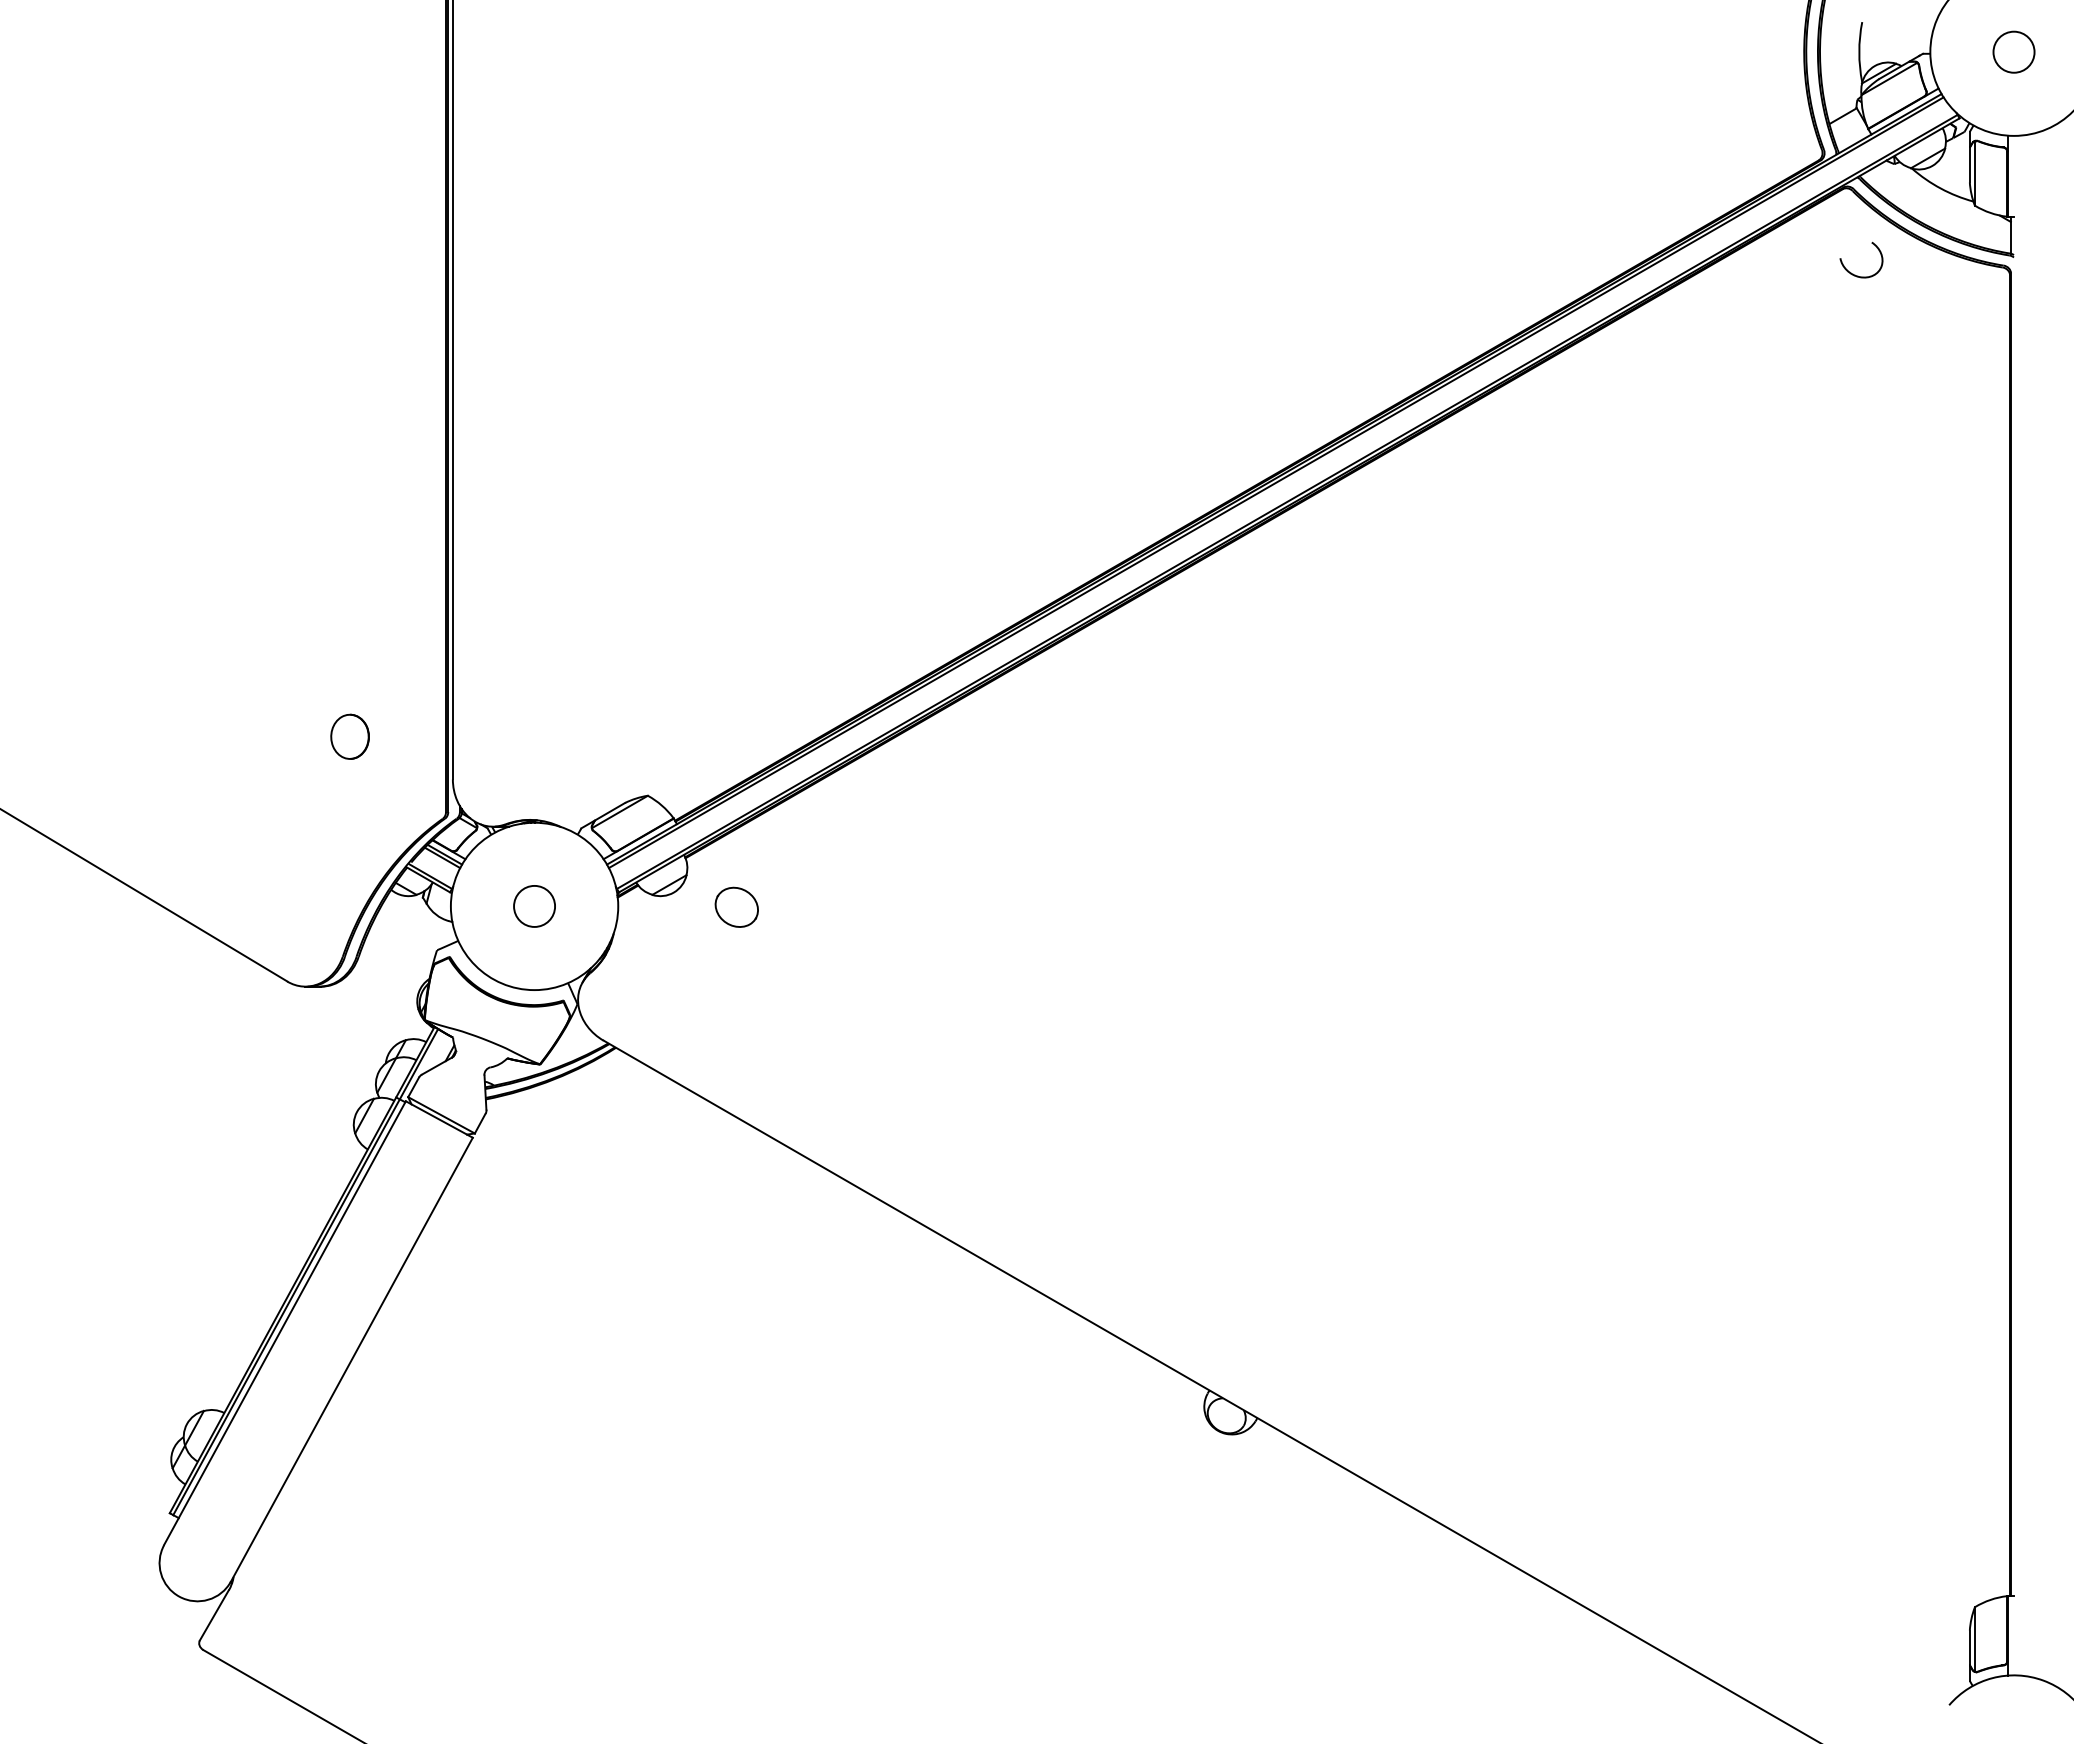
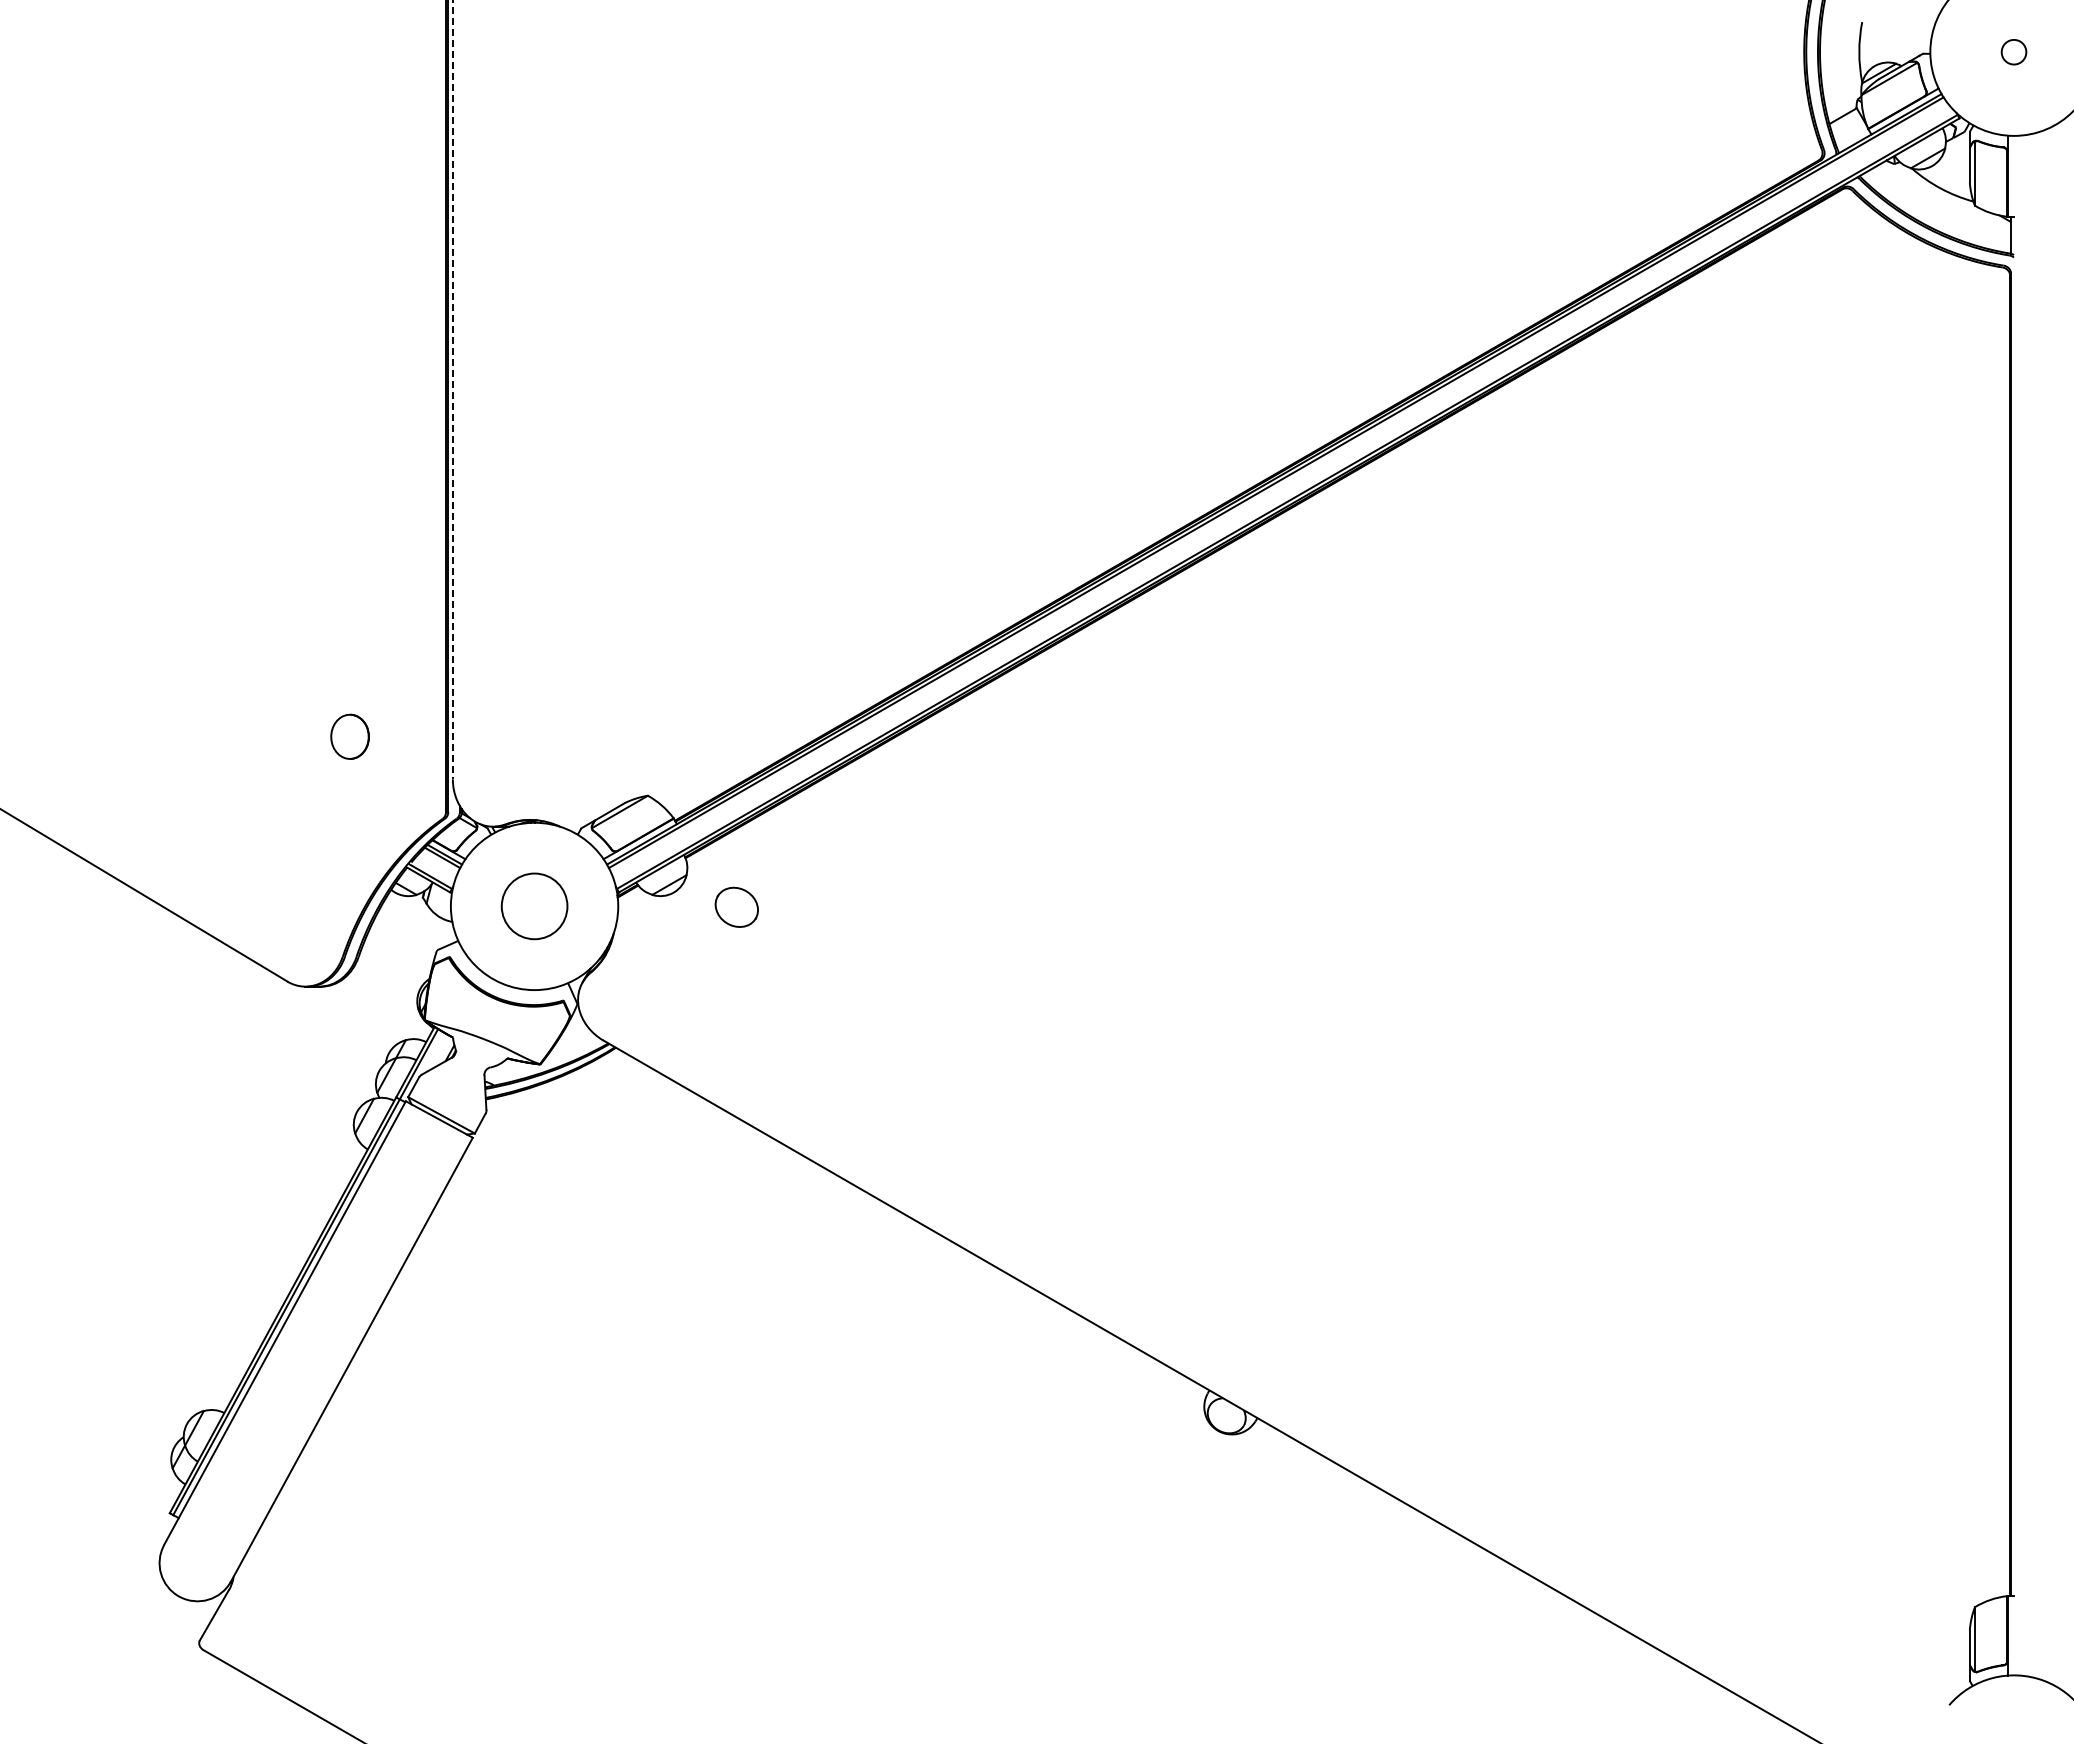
circle at (2013, 51) diameter: 41 px -> 25 px
part at (1853, 273): present -> none
line at (452, 390): solid -> dashed
circle at (534, 906) size: 43x43 px -> 69x69 px
